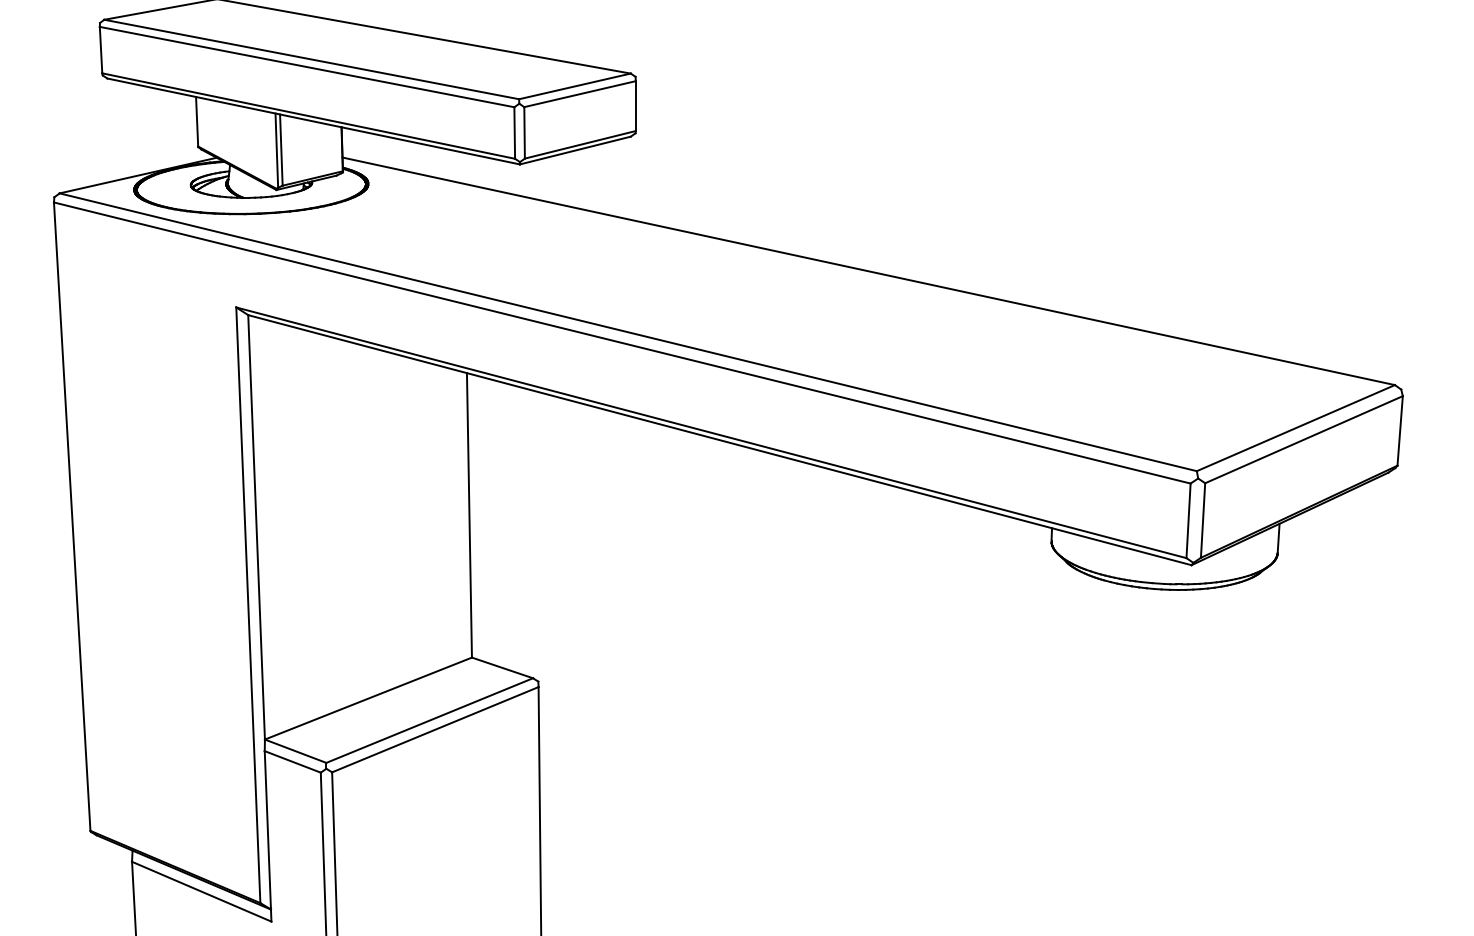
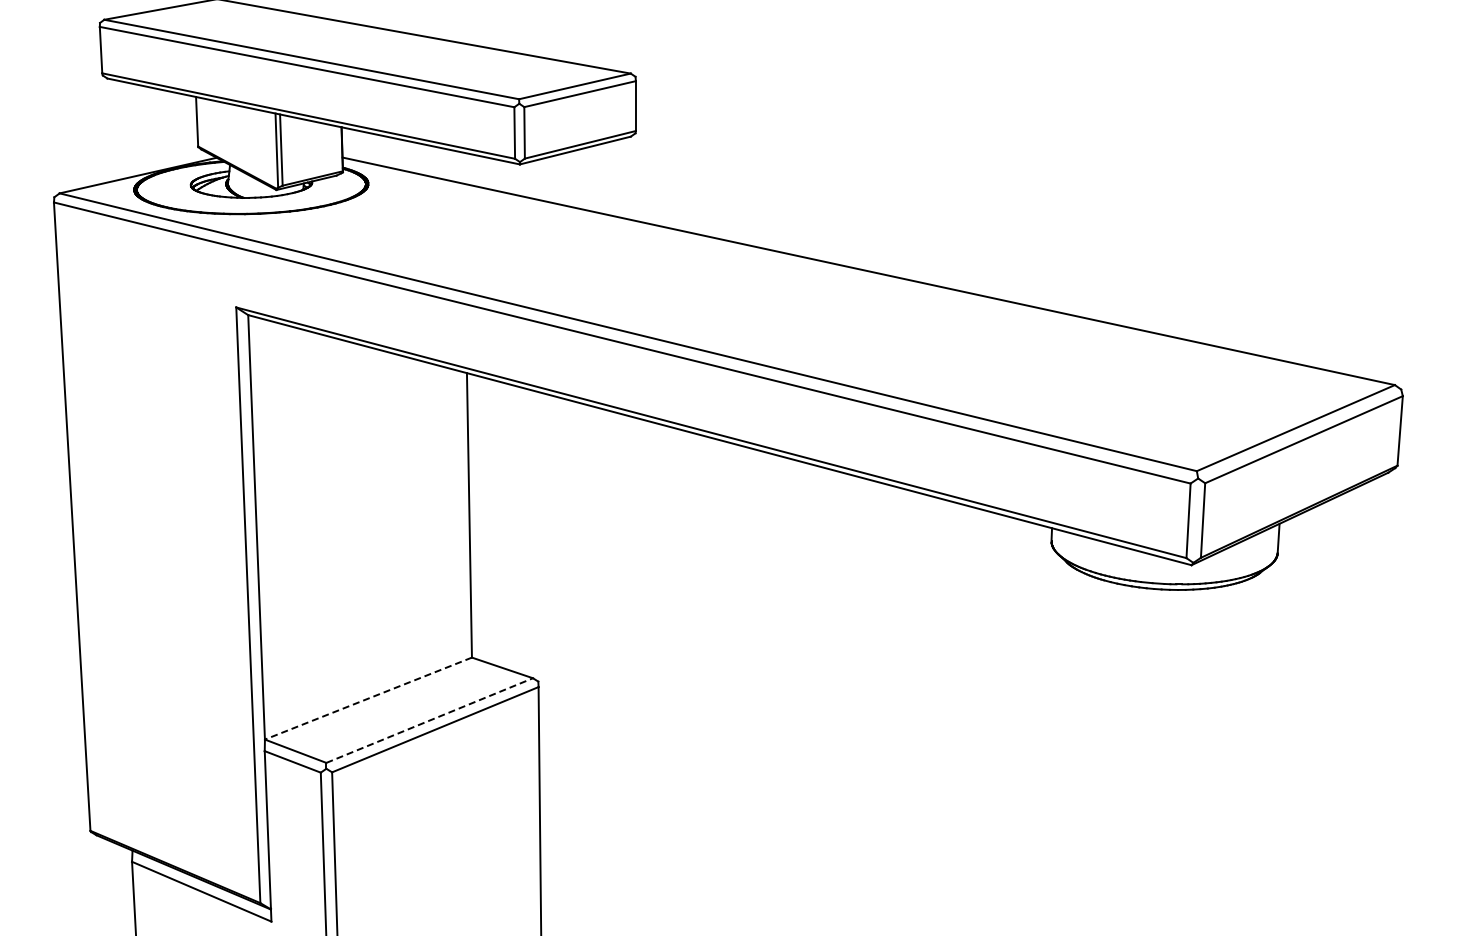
line at (367, 698): solid -> dashed
line at (429, 720): solid -> dashed
